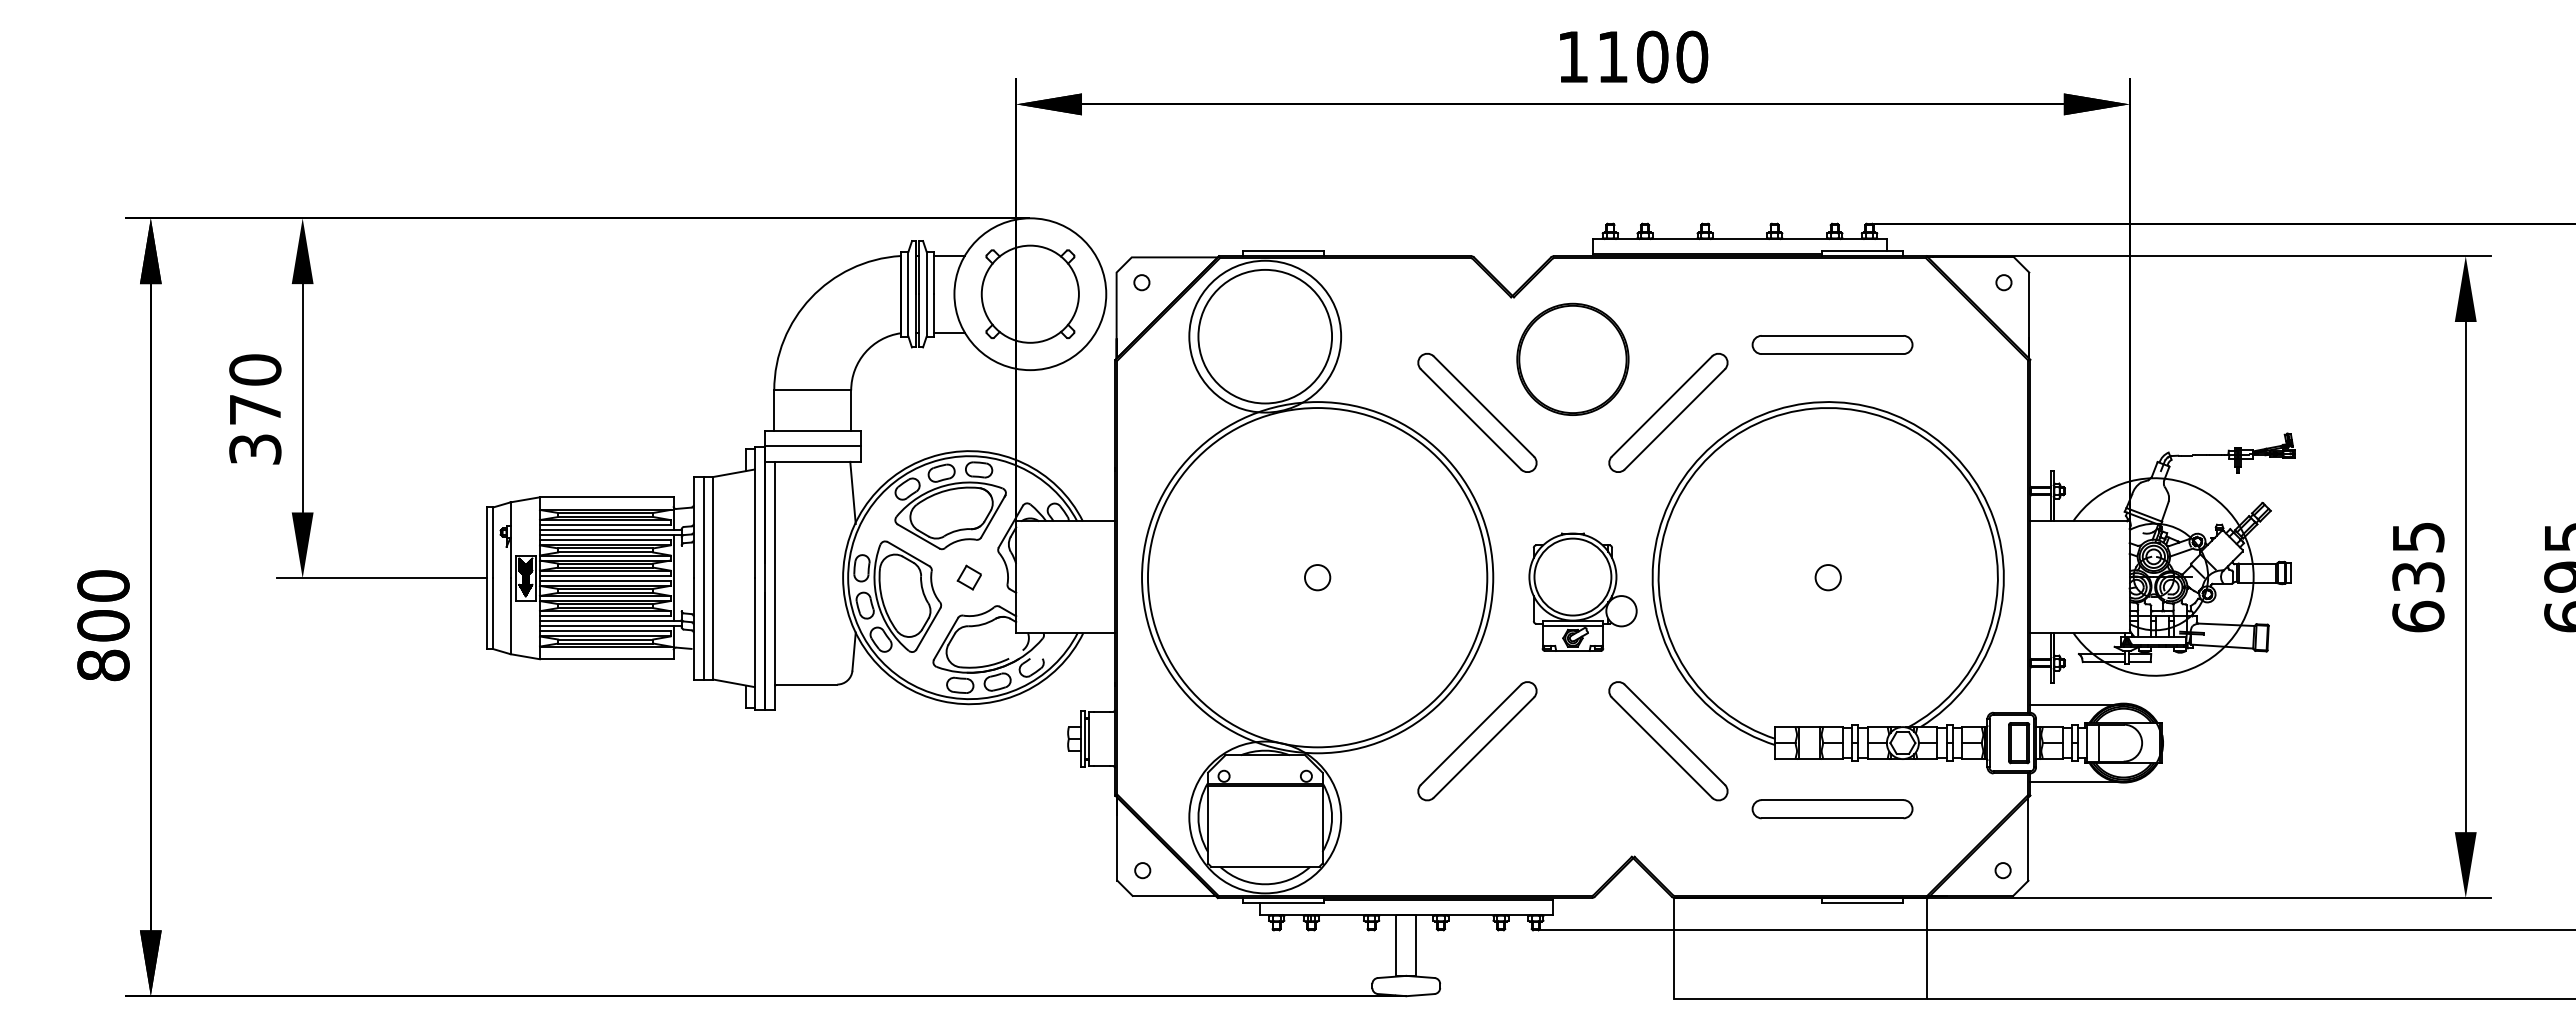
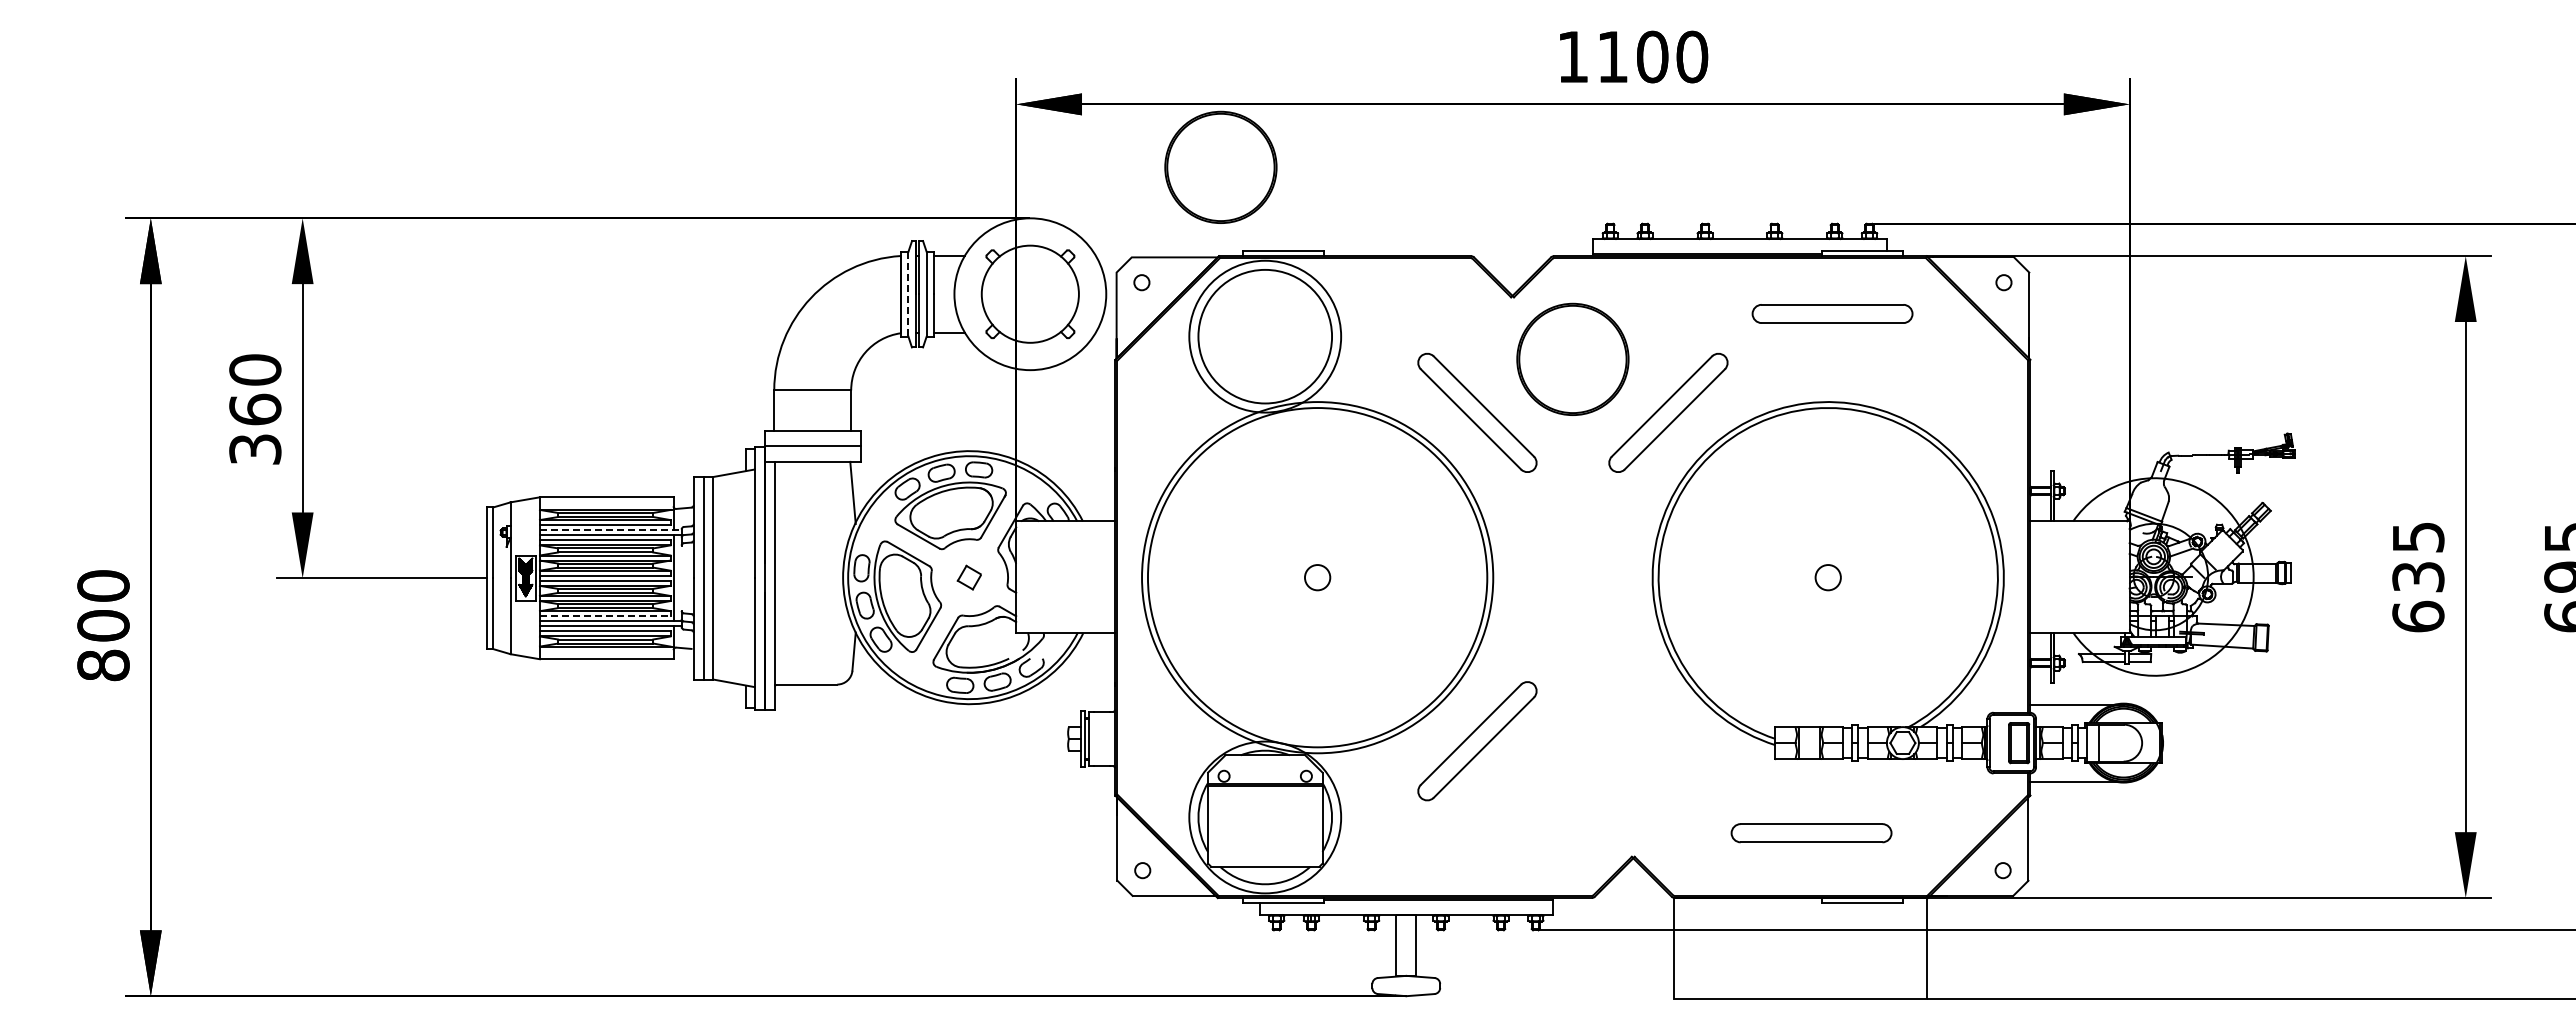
part at (1220, 166): none -> present
line at (908, 294): solid -> dashed
part at (1832, 344) position: (1832, 344) -> (1832, 313)
text at (255, 409): 370 -> 360
line at (610, 530): solid -> dashed
part at (1582, 591): present -> none
line at (605, 616): solid -> dashed
part at (1668, 741): present -> none
part at (1832, 809) position: (1832, 809) -> (1811, 833)
